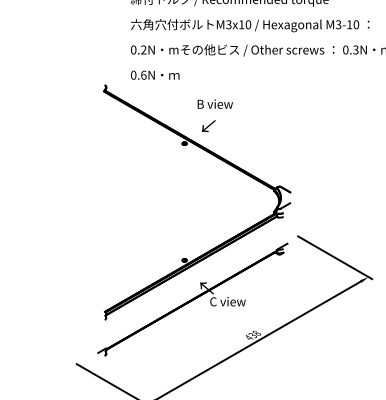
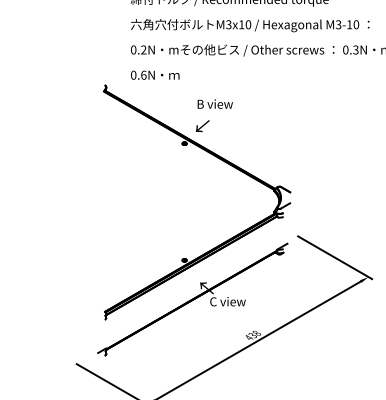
text at (208, 126) position: (208, 126) -> (202, 126)
